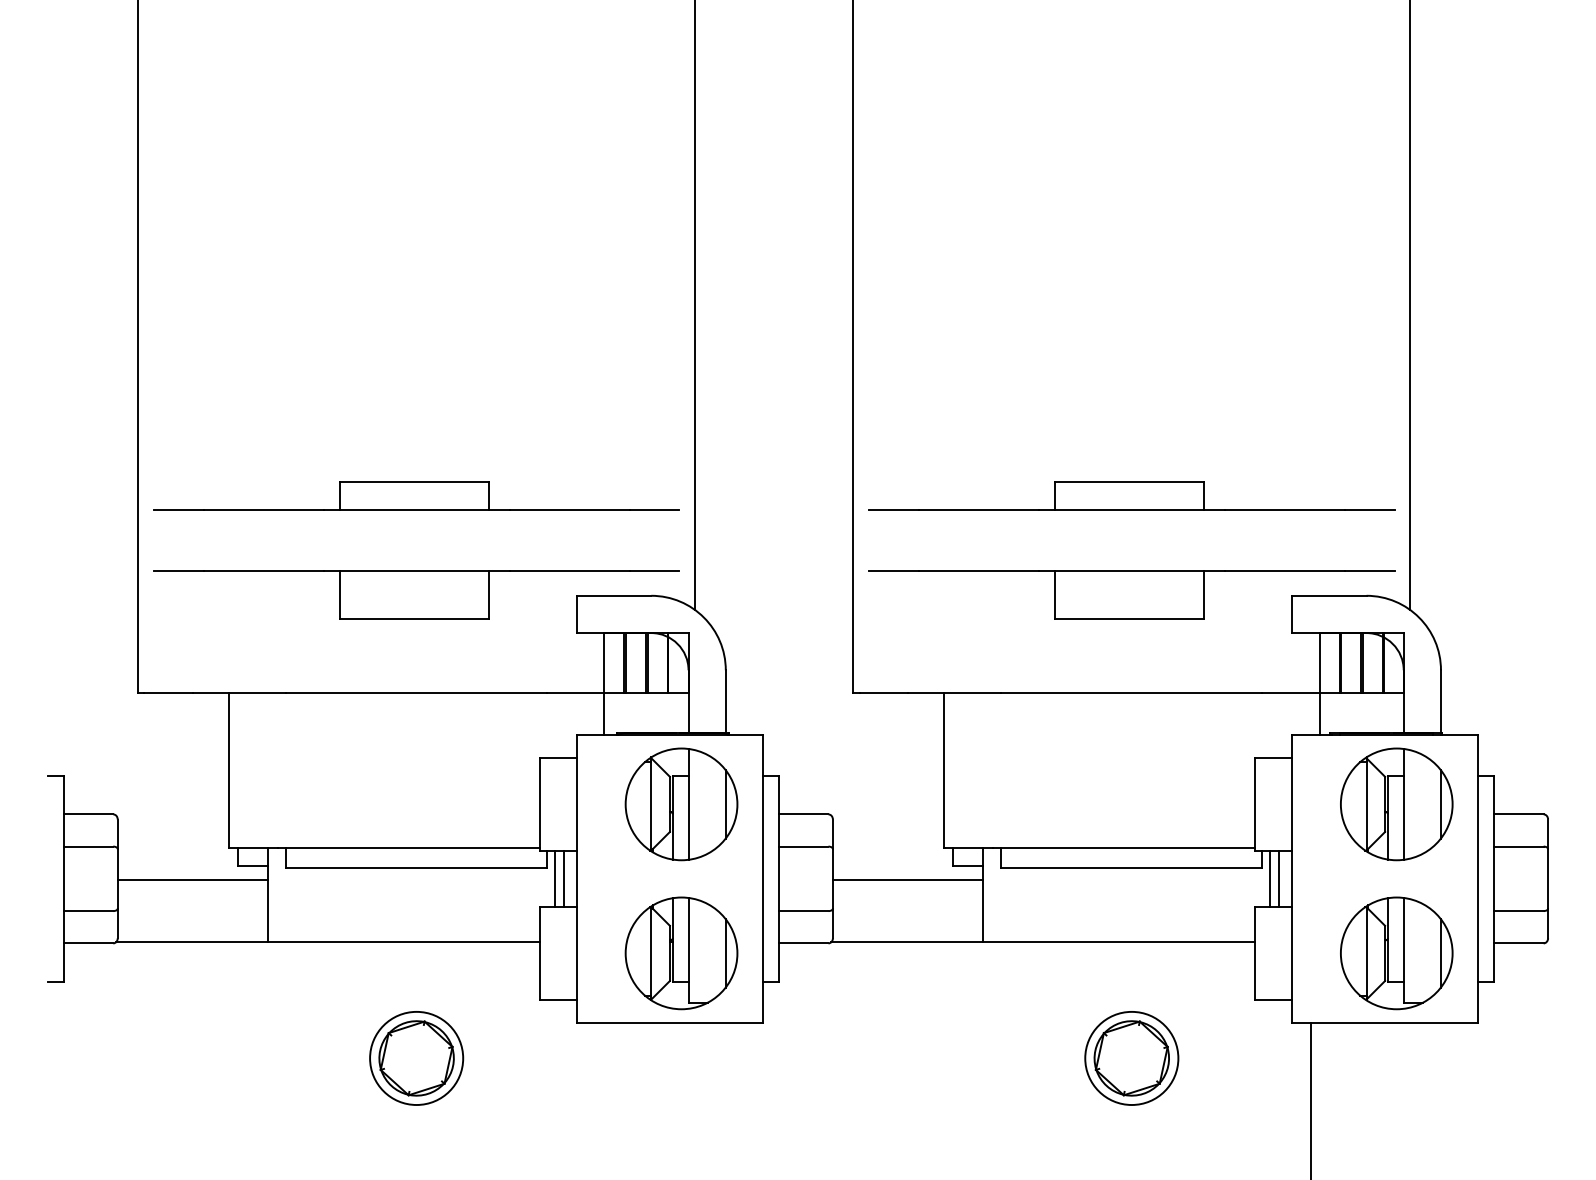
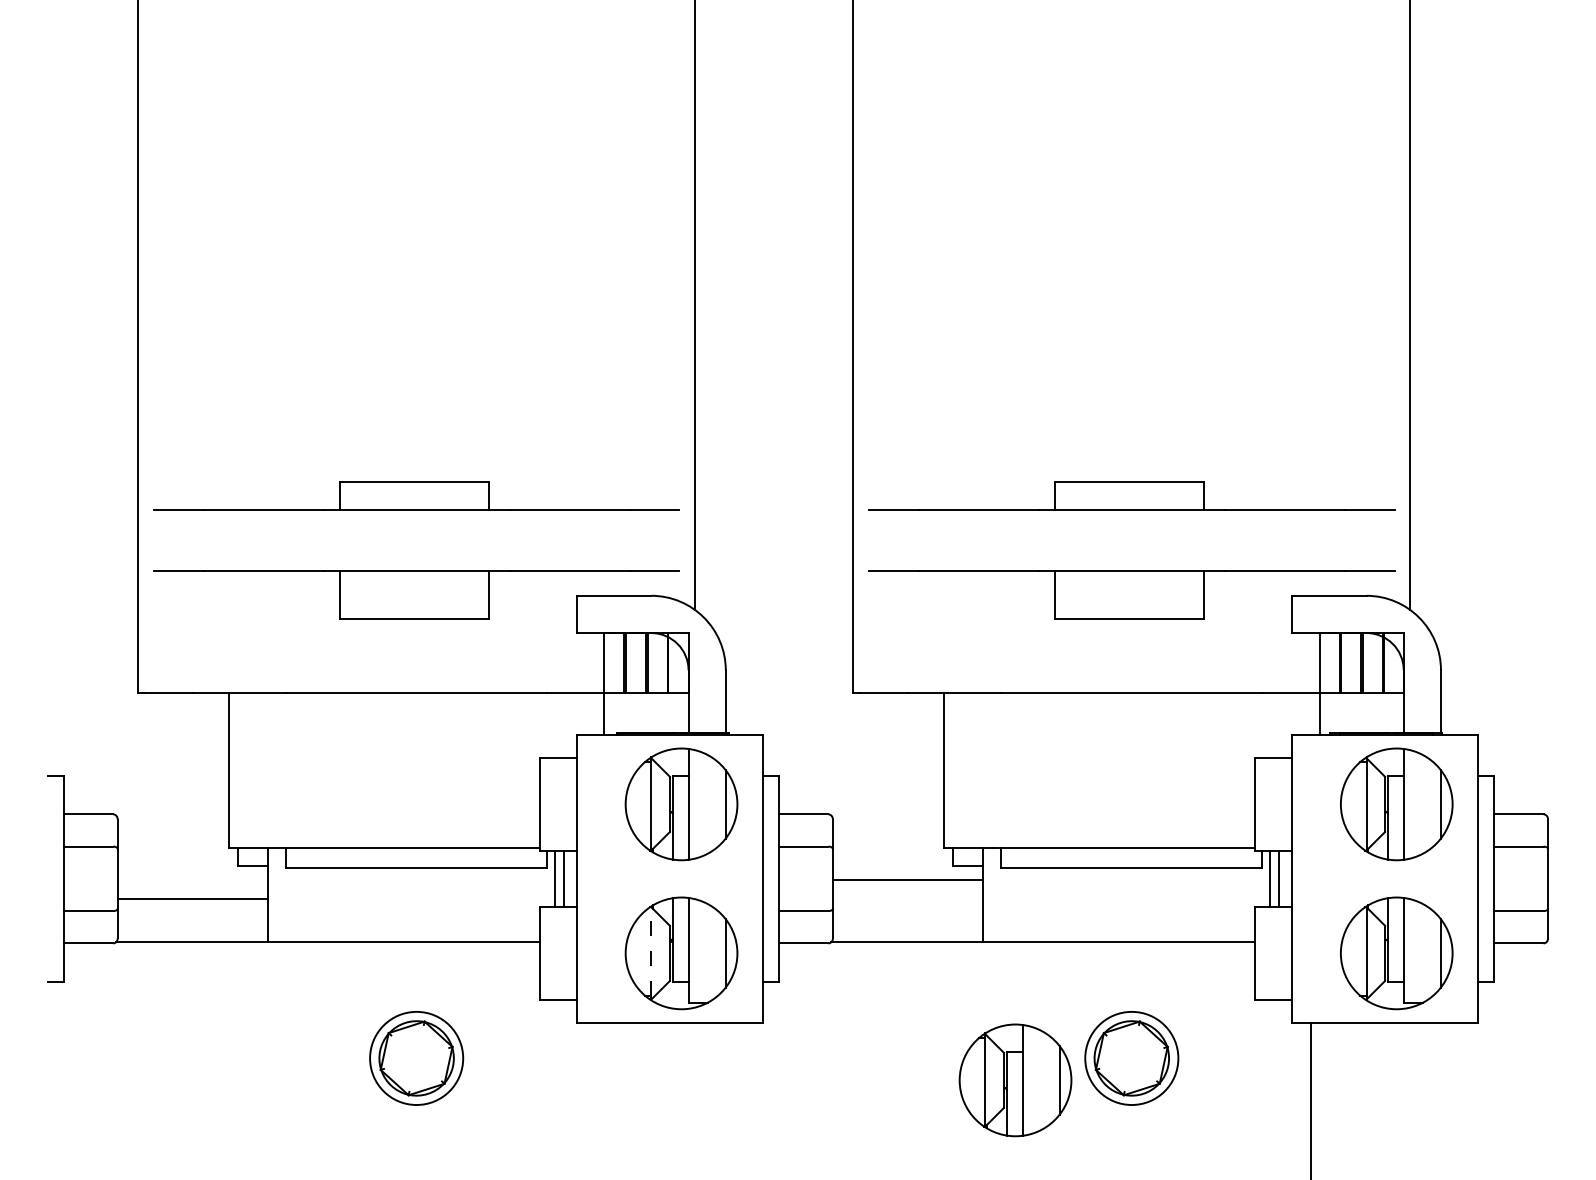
line at (192, 879) position: (192, 879) -> (192, 898)
line at (651, 950): solid -> dashed
part at (1015, 1080): none -> present
